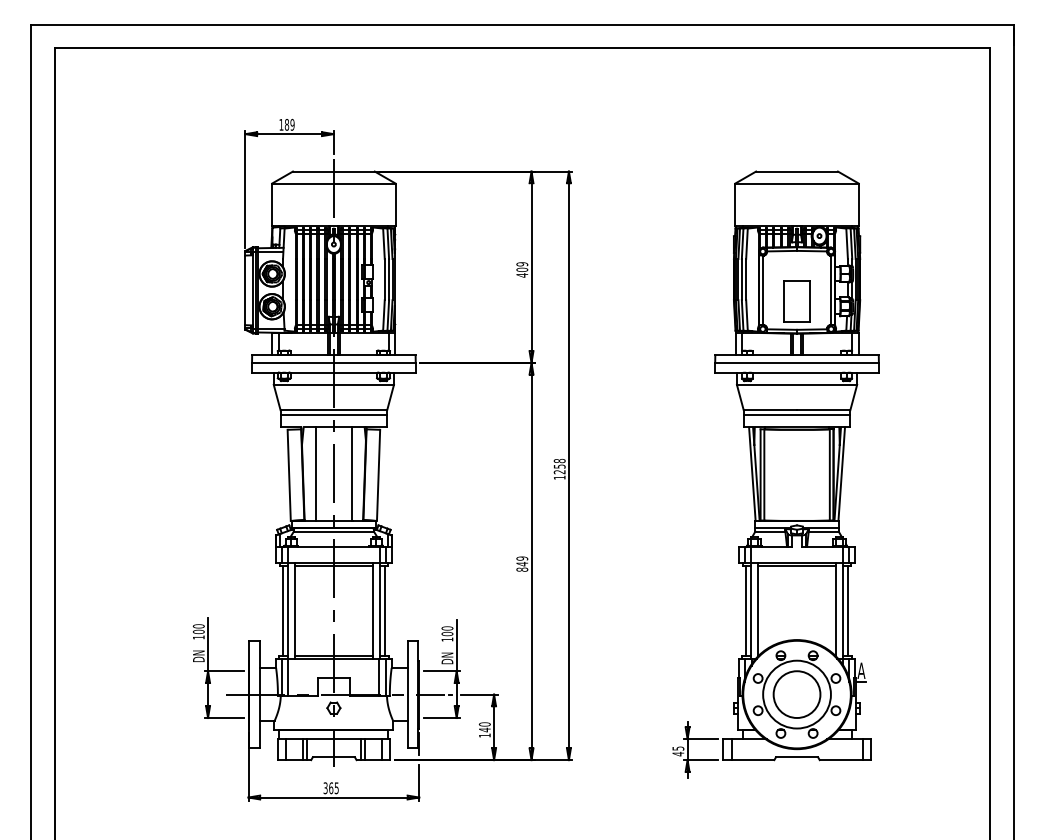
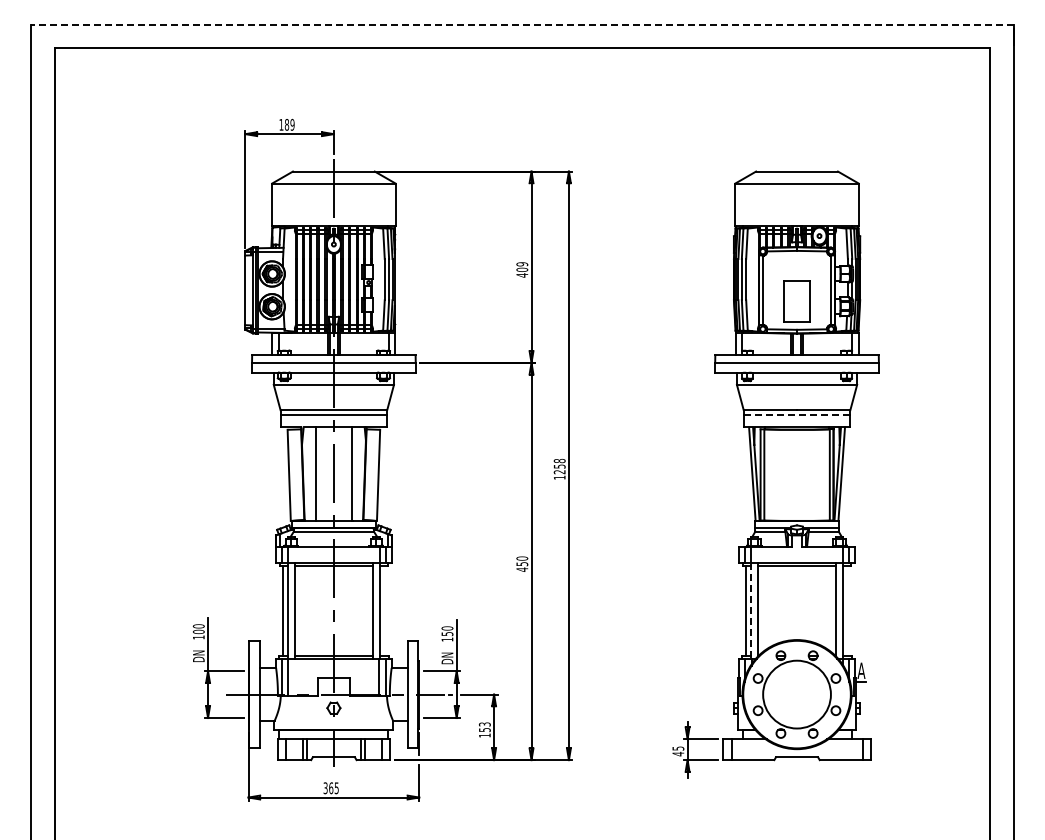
line at (522, 25): solid -> dashed
line at (796, 415): solid -> dashed
text at (522, 563): 849 -> 450
line at (385, 611): present -> none
line at (750, 611): solid -> dashed
line at (848, 611): present -> none
text at (447, 633): 100 -> 150
circle at (796, 694): present -> none
text at (484, 727): 140 -> 153
